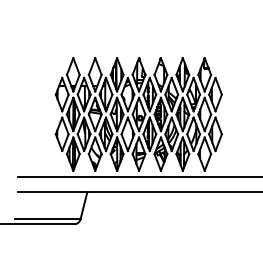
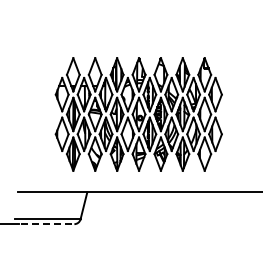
line at (138, 176): present -> none
line at (47, 224): solid -> dashed
